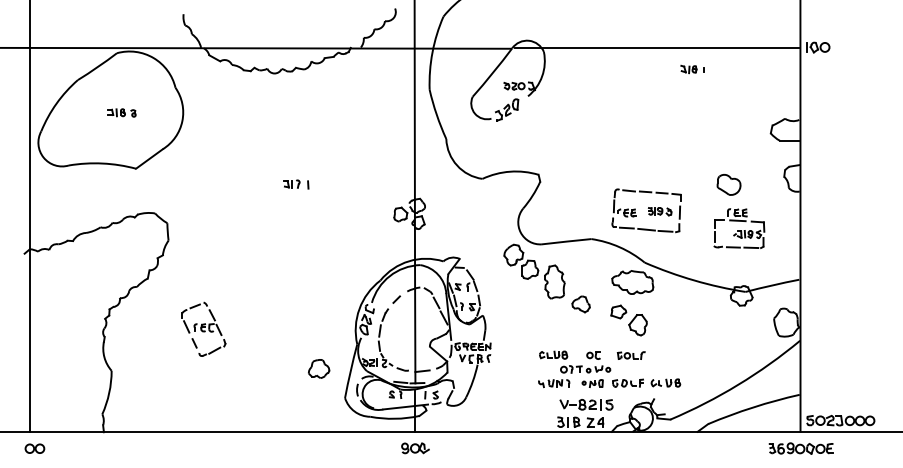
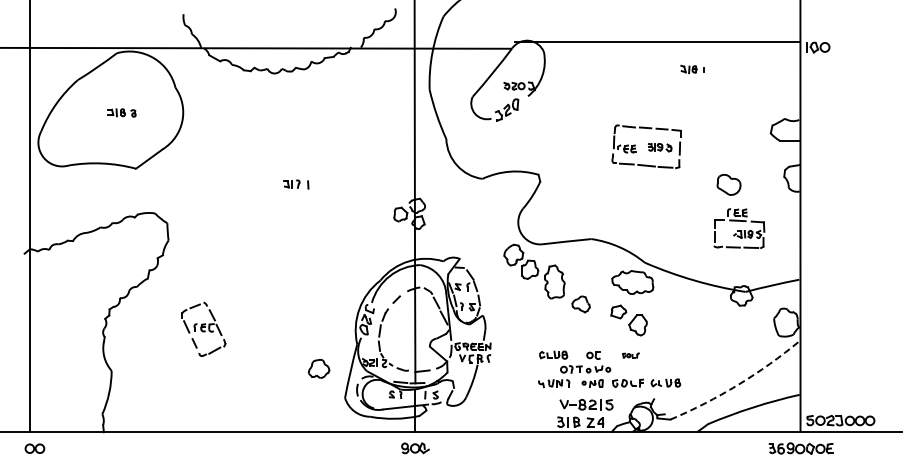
line at (656, 47) position: (656, 47) -> (656, 41)
part at (646, 210) position: (646, 210) -> (646, 146)
part at (630, 355) size: 30x9 px -> 18x7 px
arc at (738, 384): solid -> dashed
